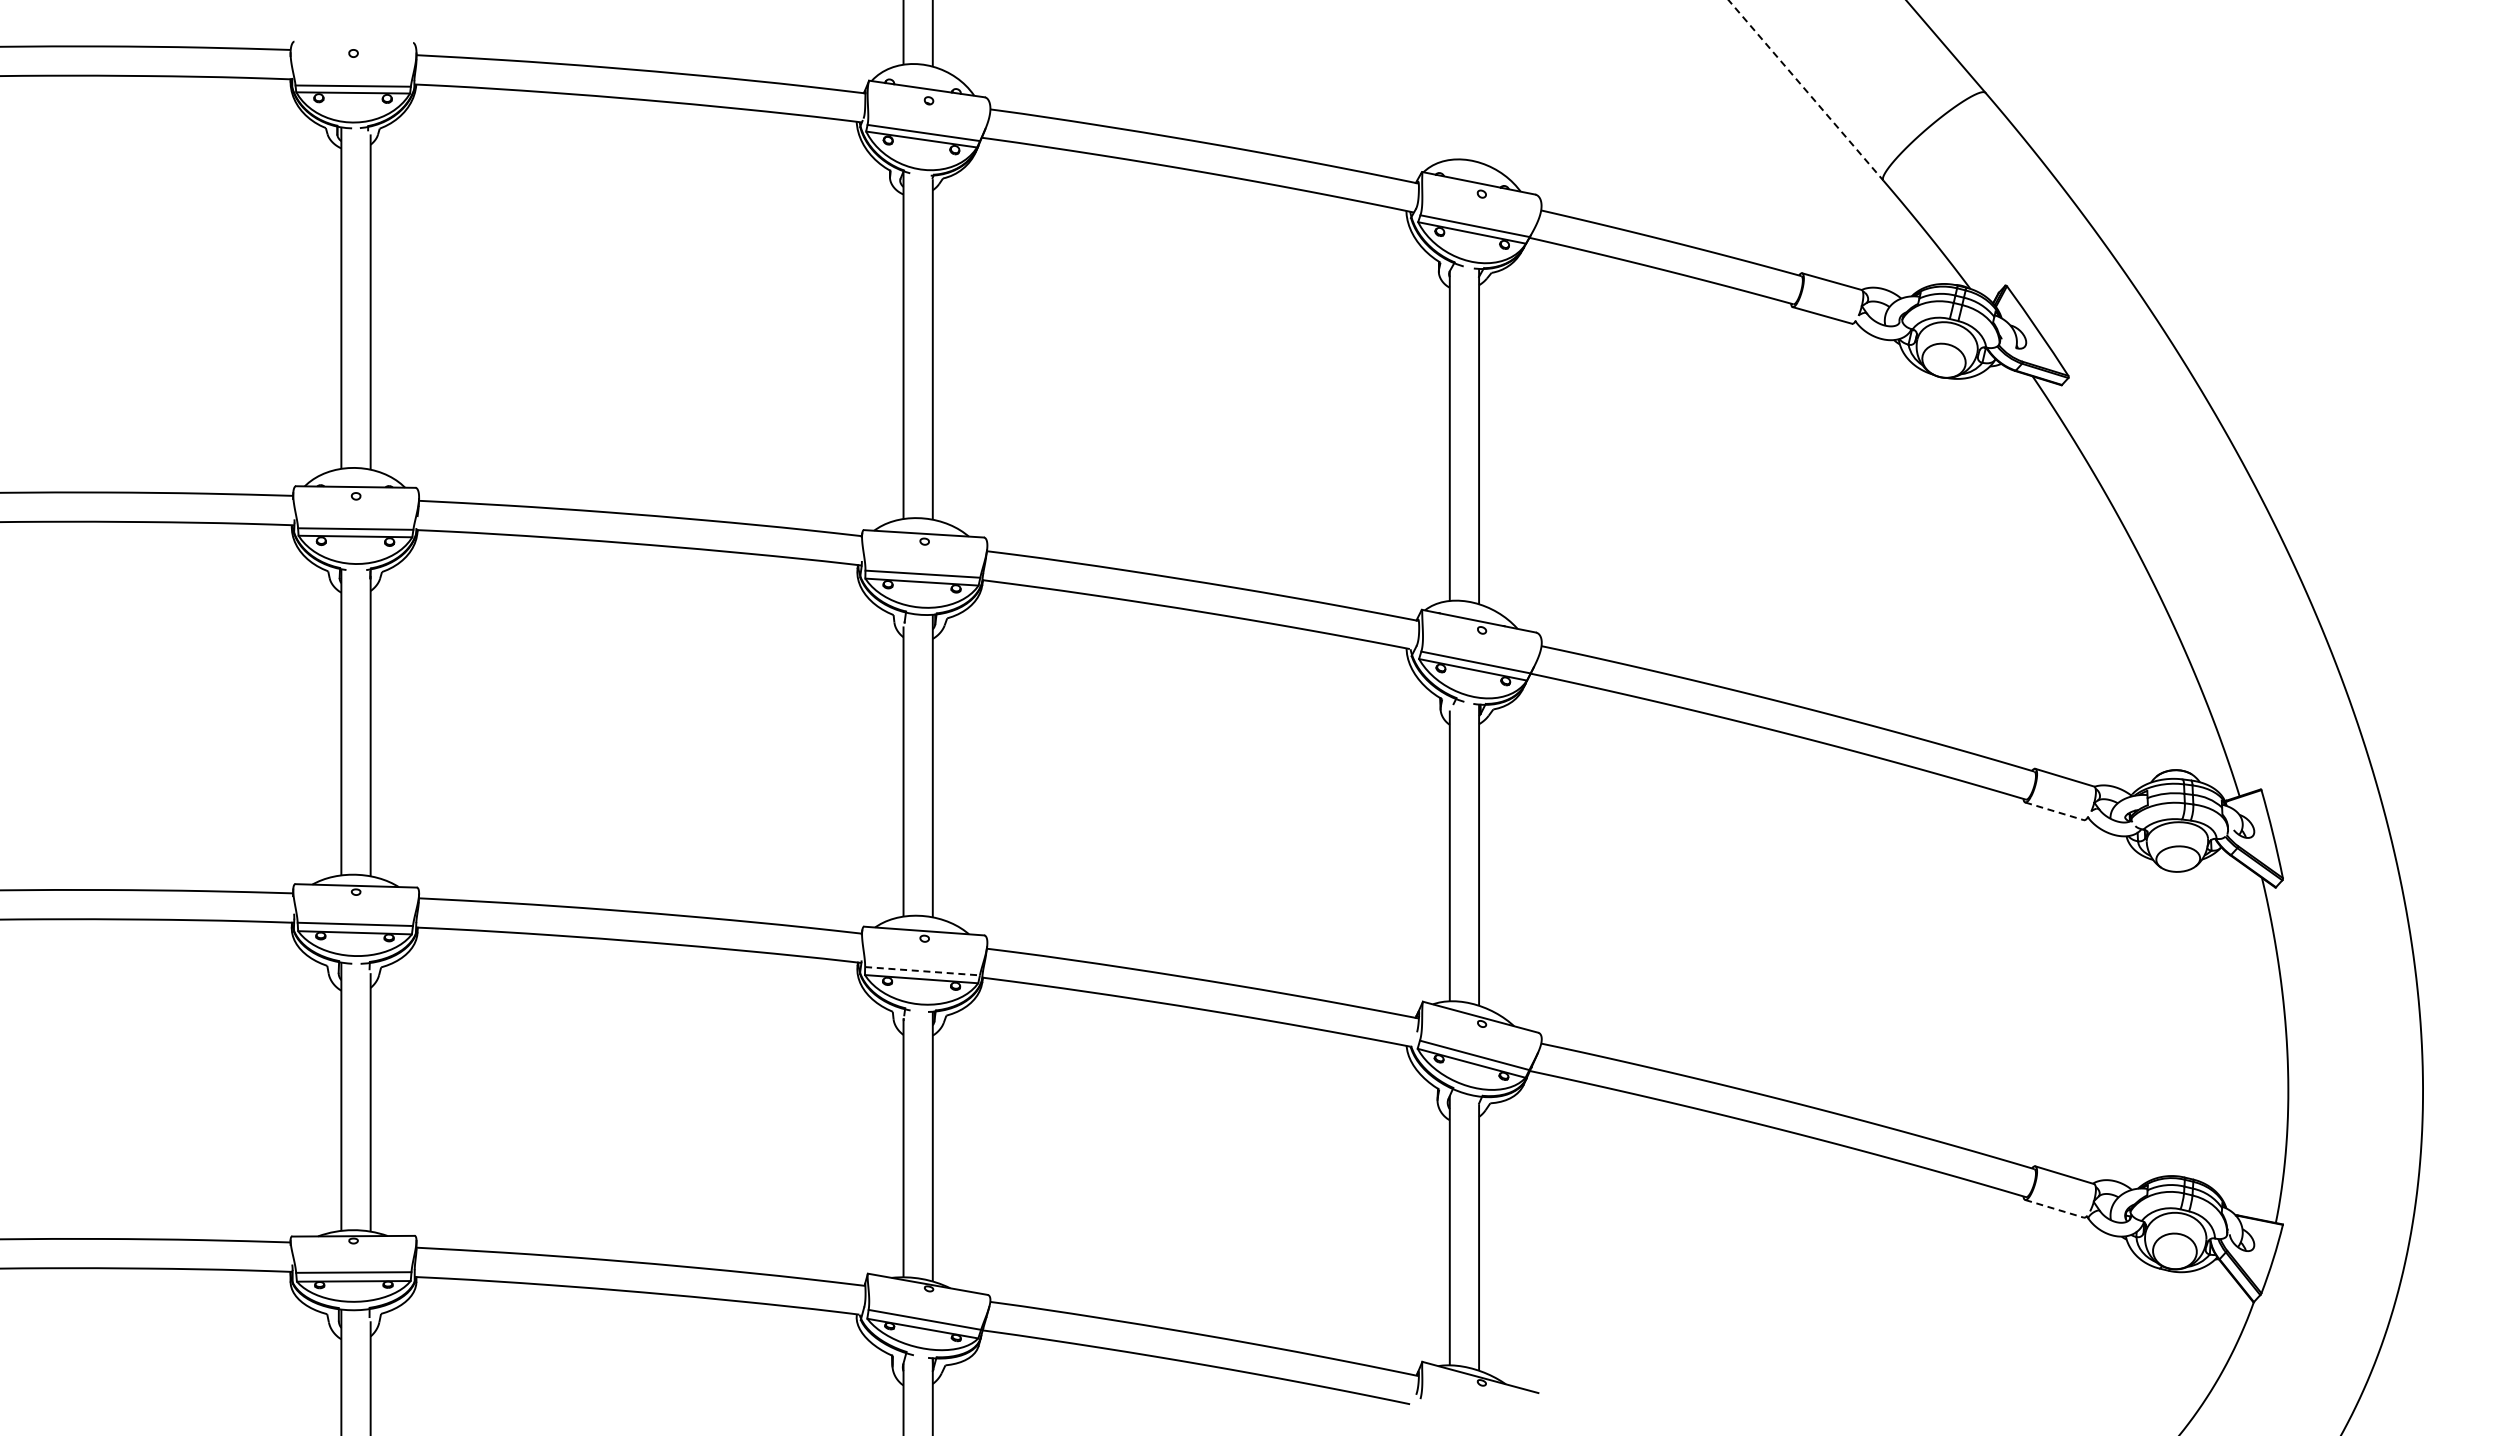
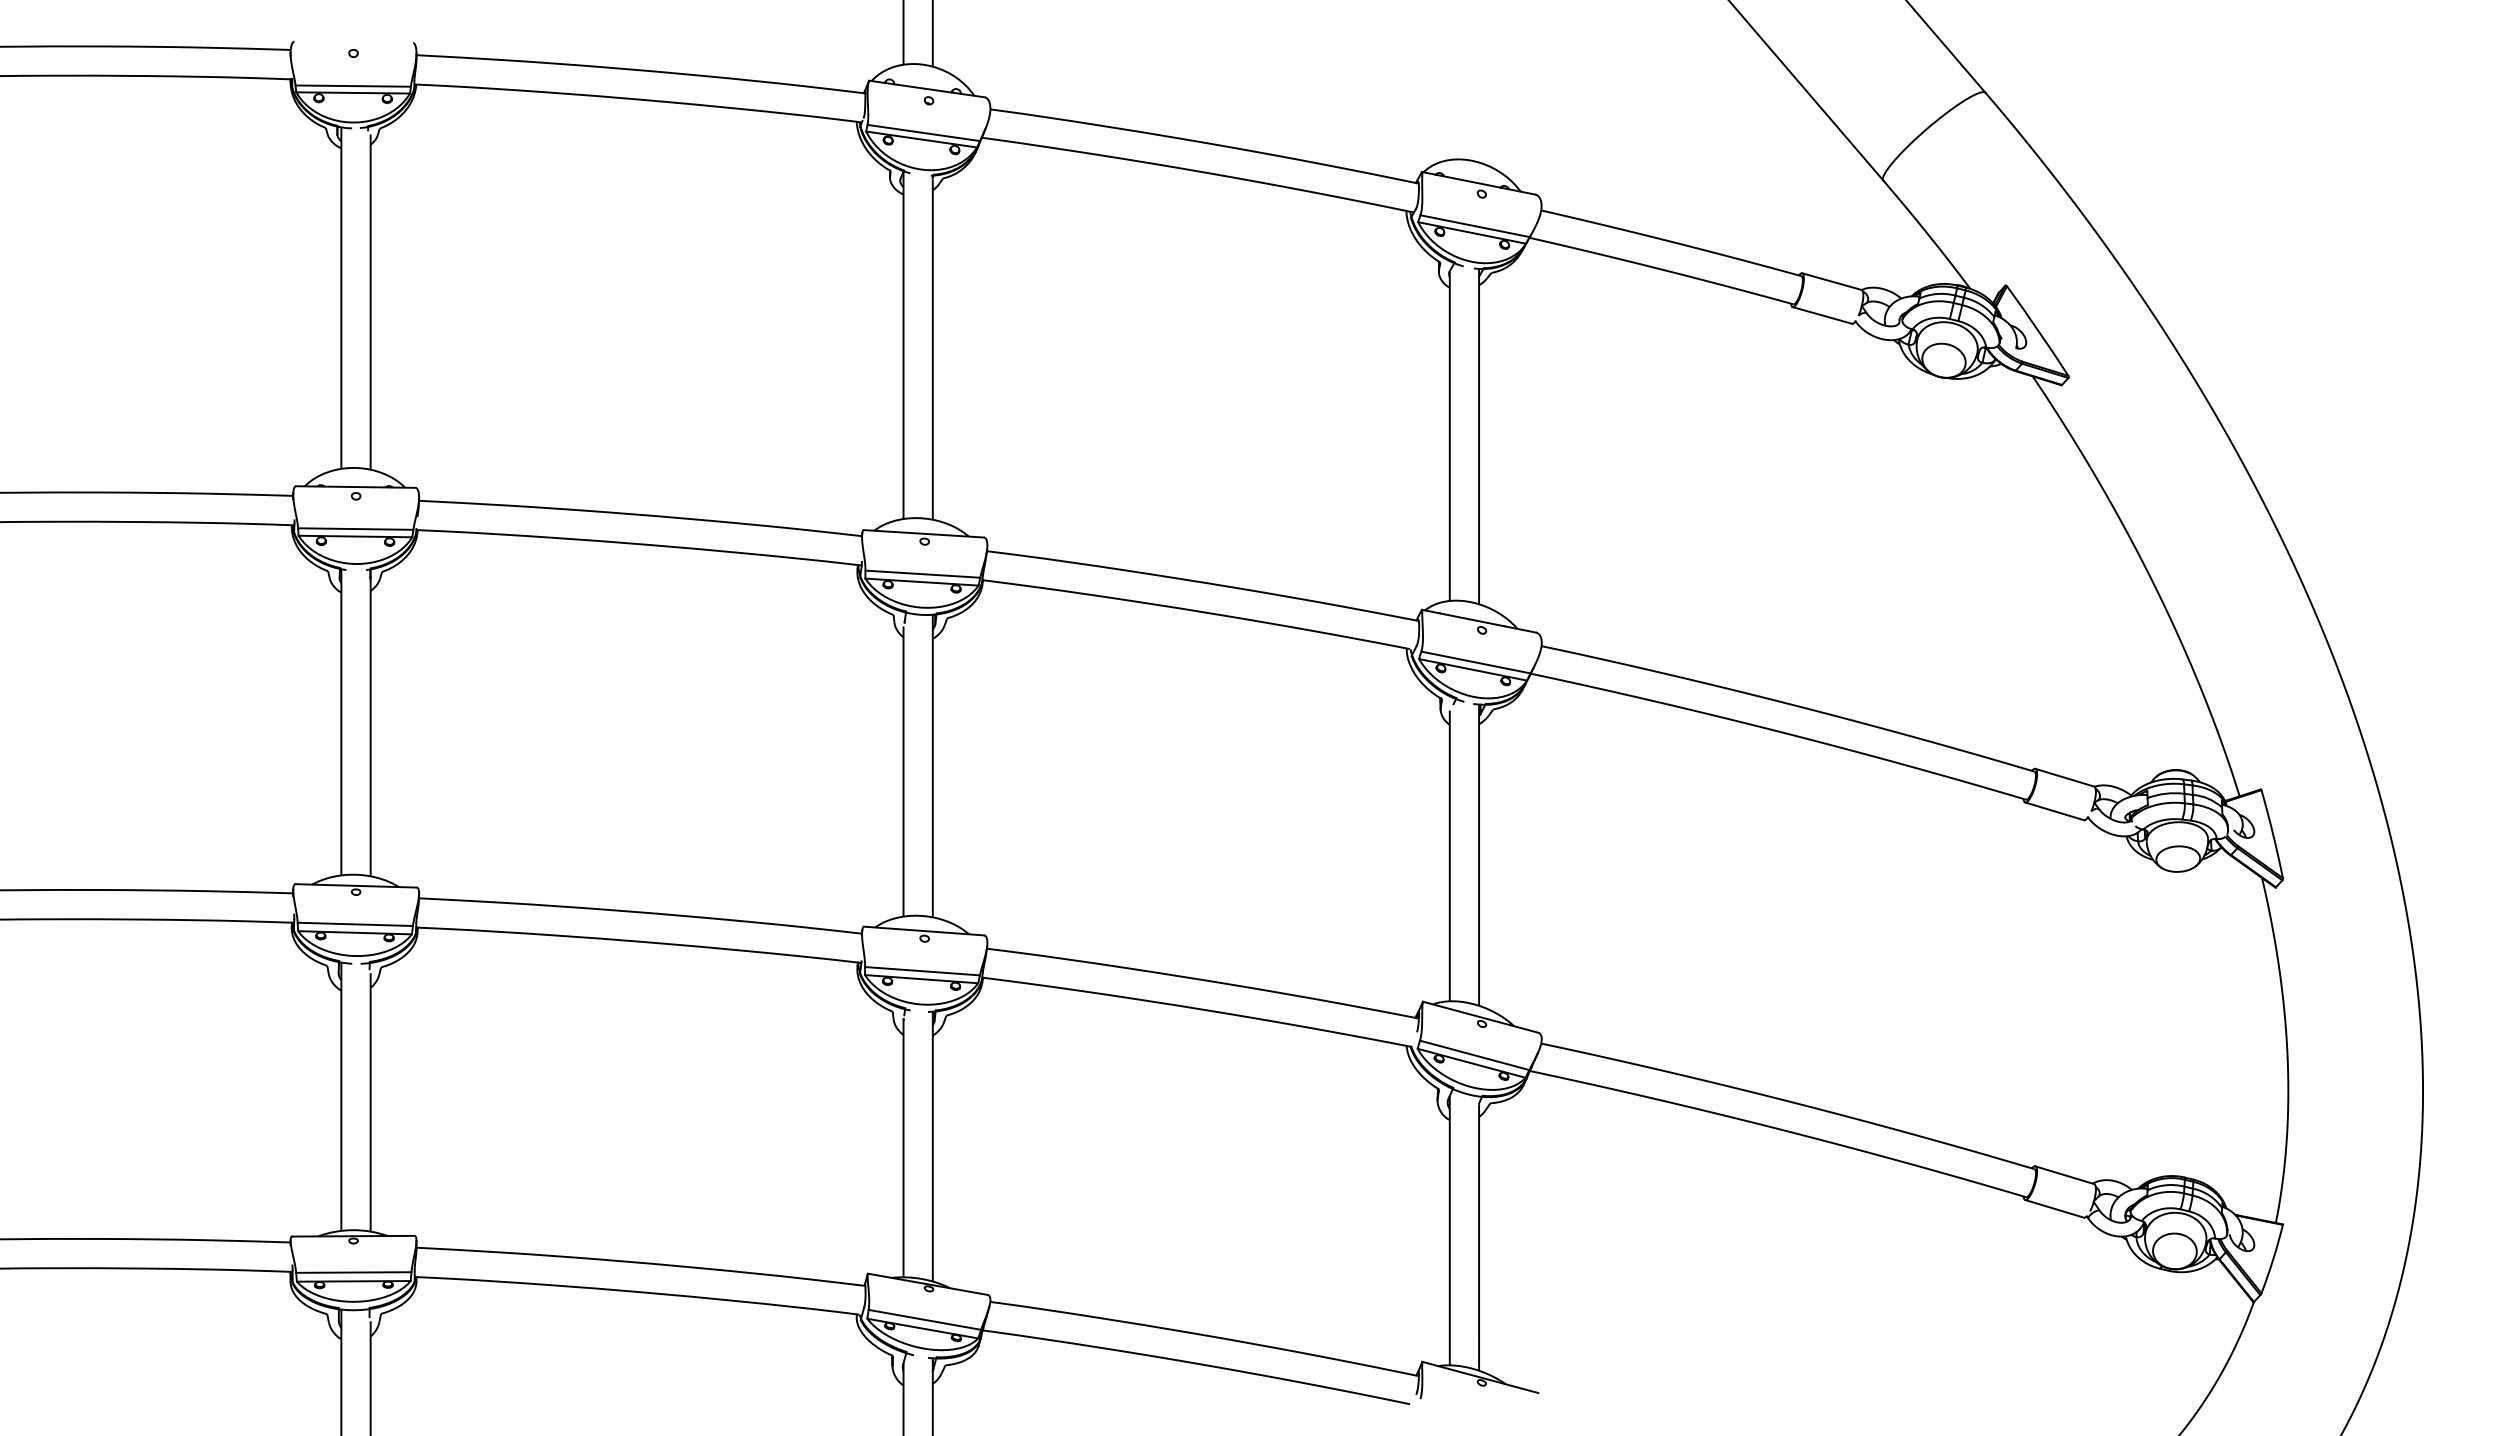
line at (1805, 90): dashed -> solid
line at (2054, 811): dashed -> solid
line at (922, 971): dashed -> solid
line at (2054, 1208): dashed -> solid
